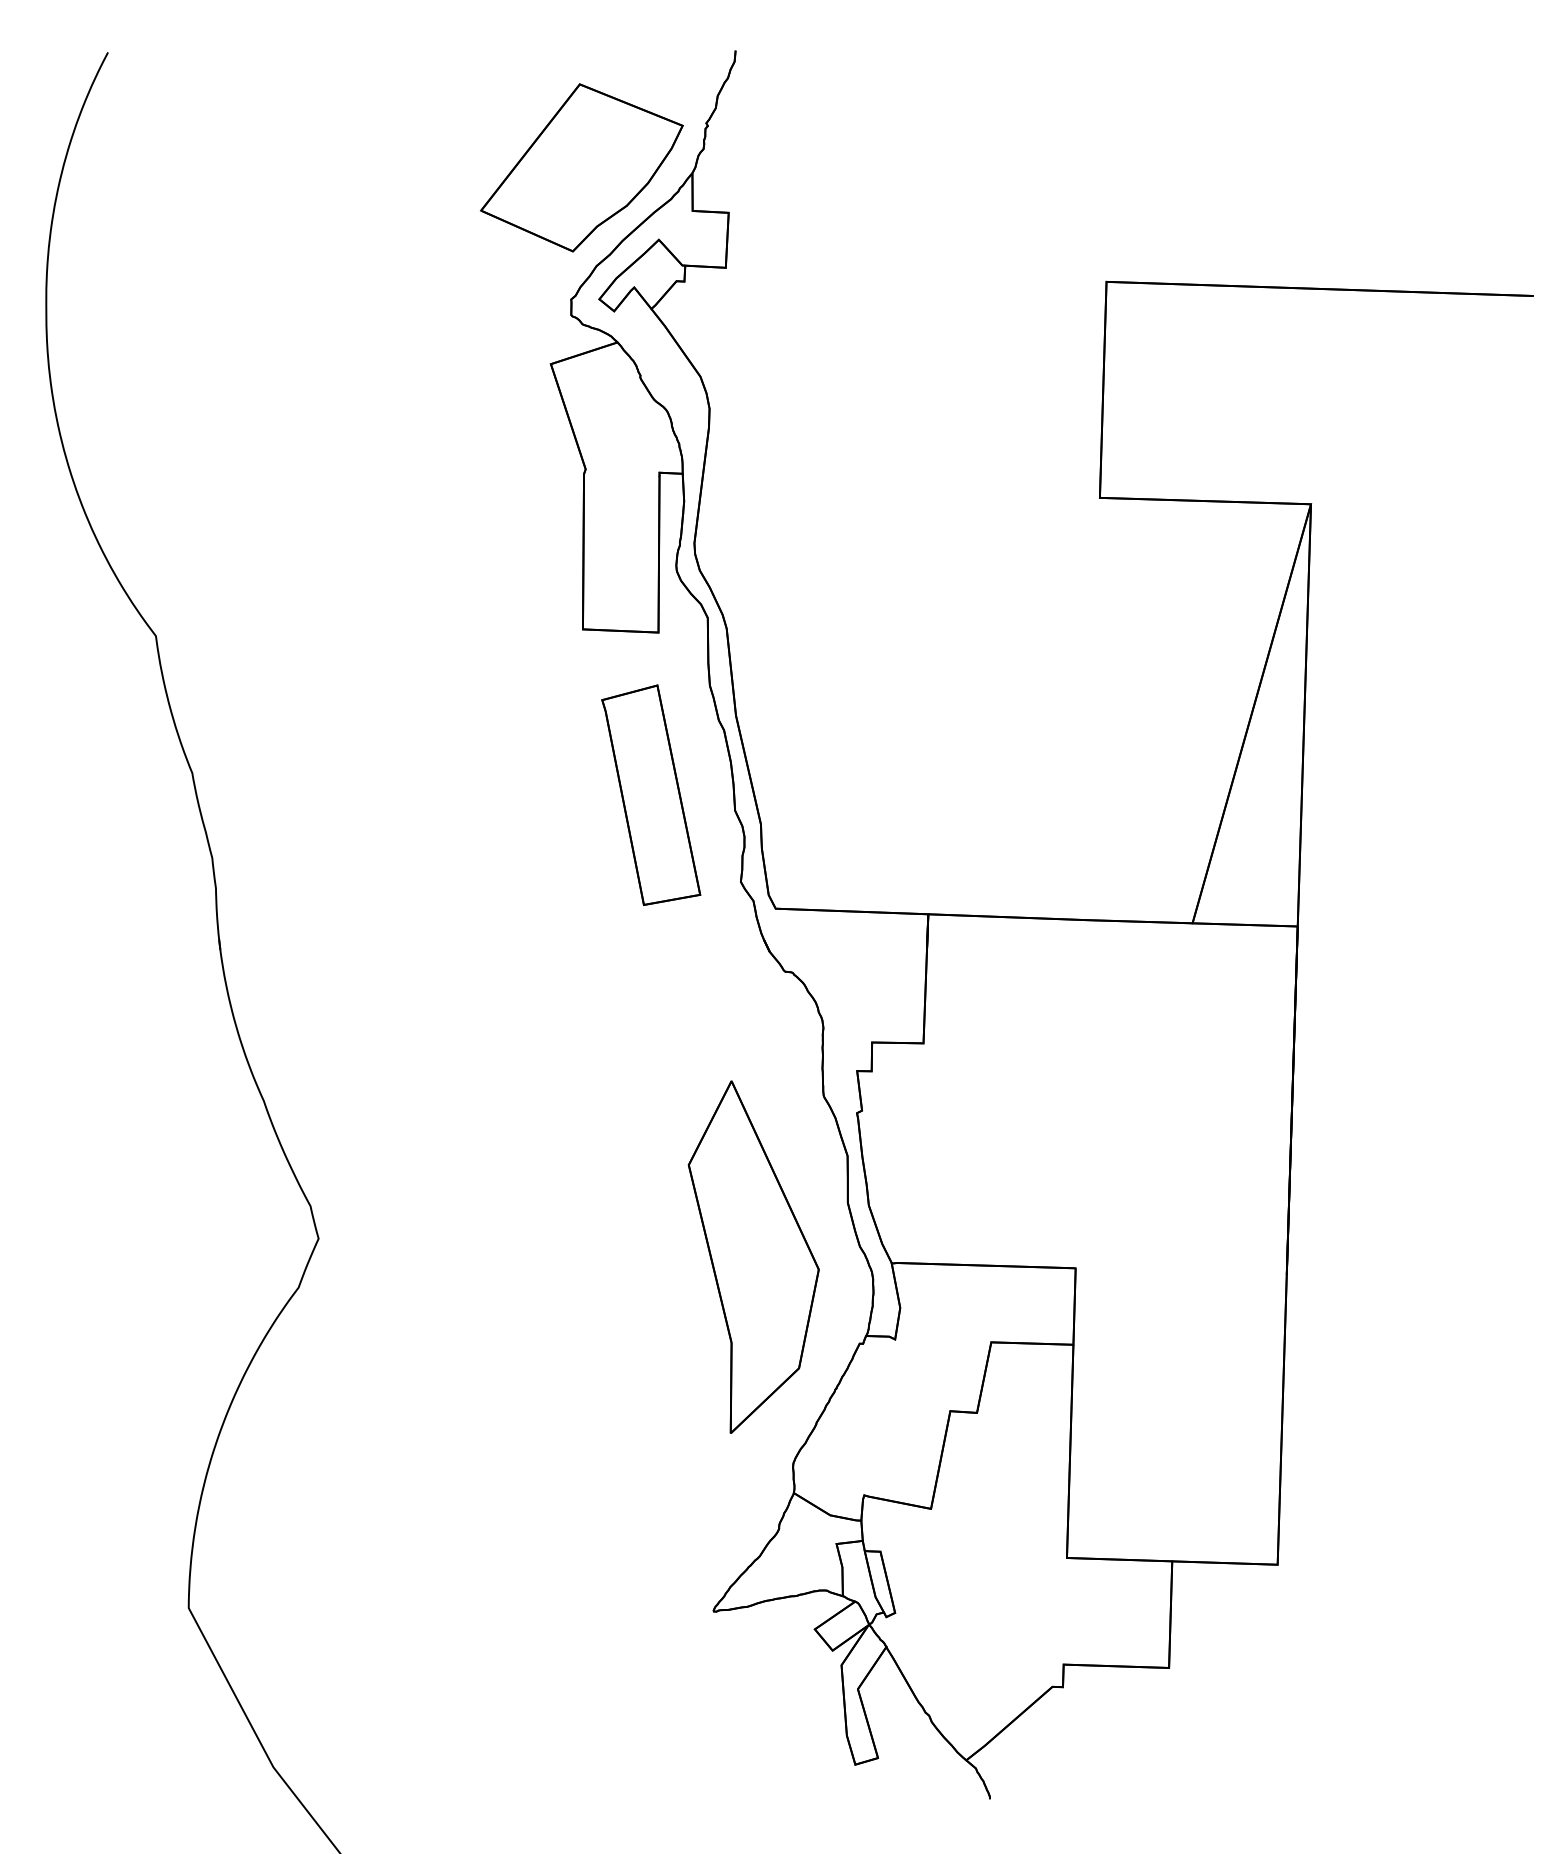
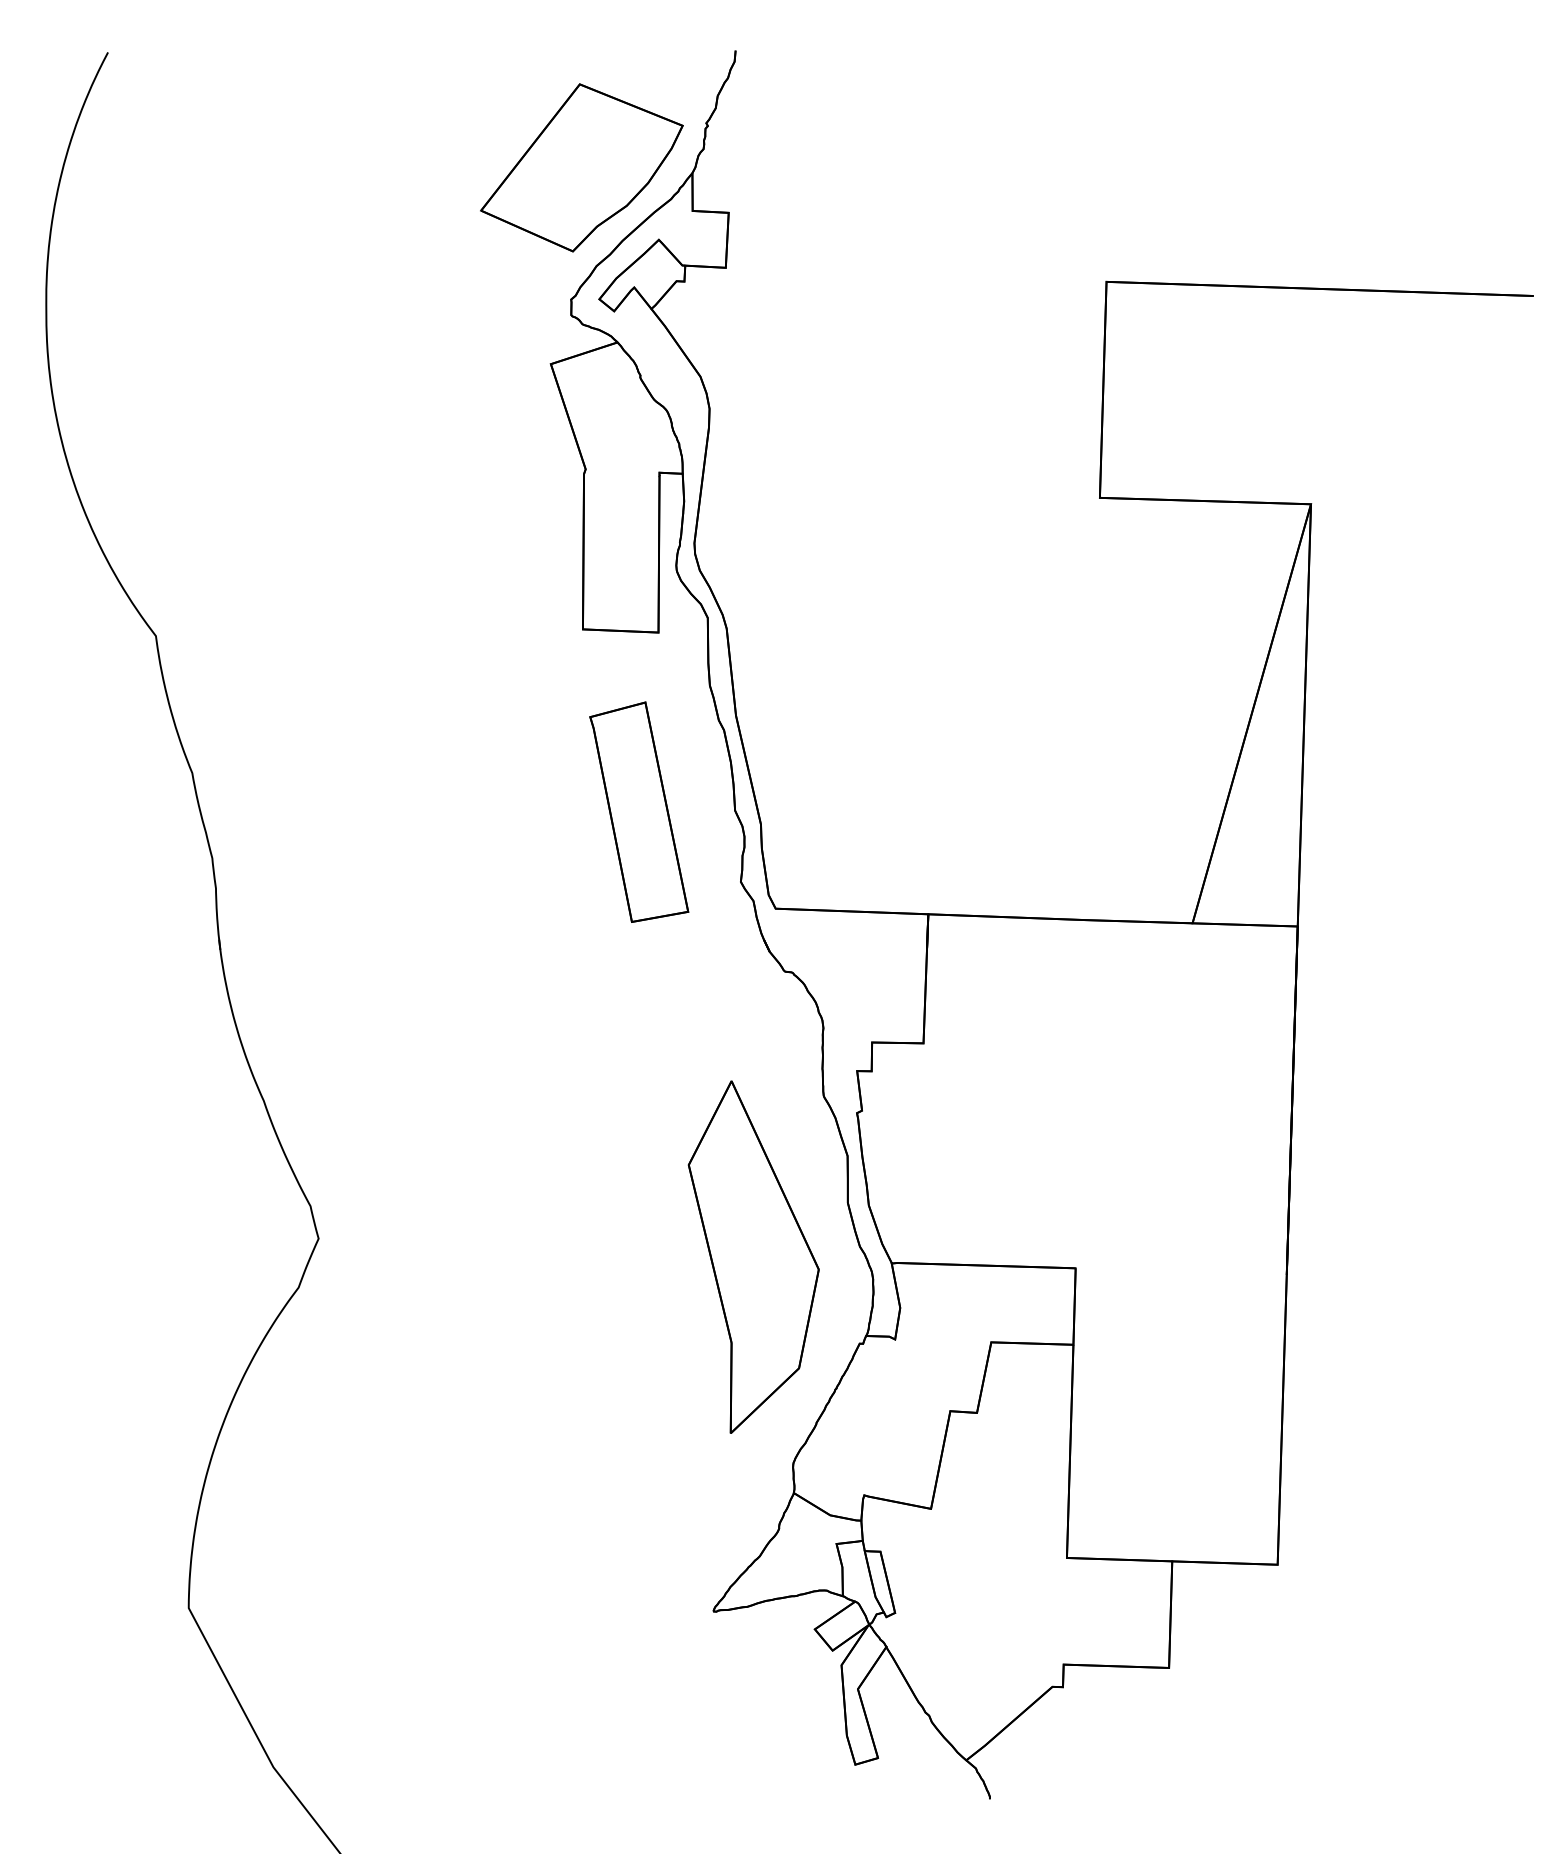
part at (651, 794) position: (651, 794) -> (639, 811)
